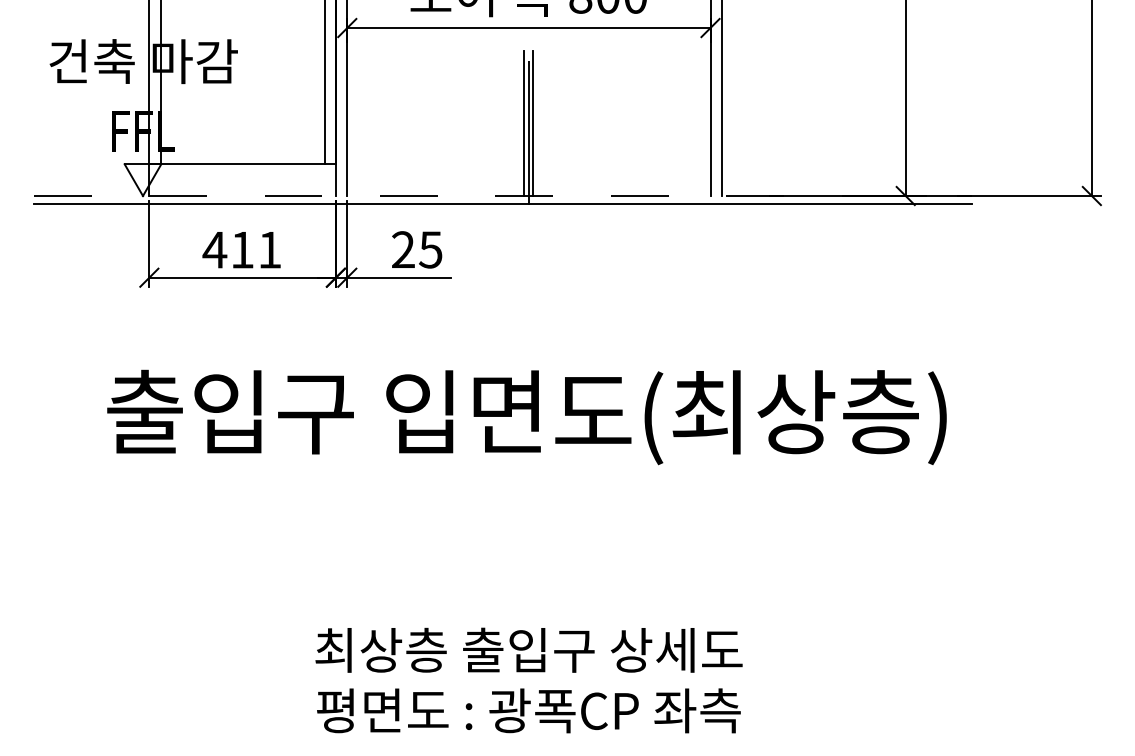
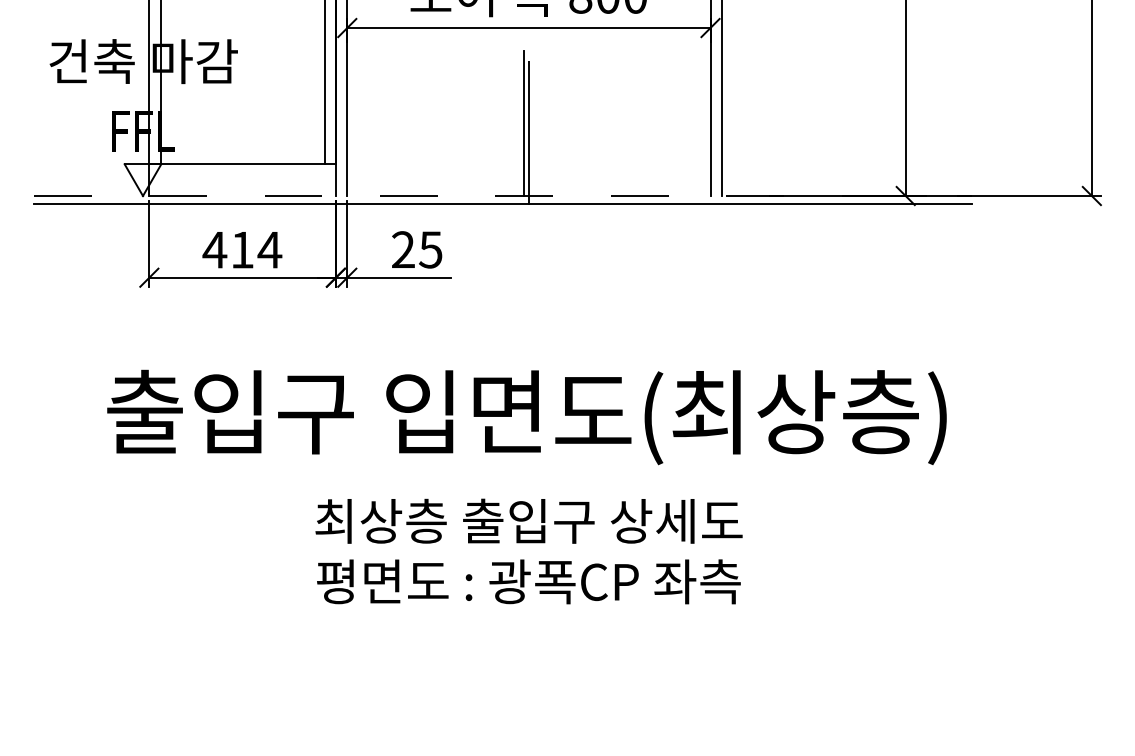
line at (533, 123): present -> none
text at (269, 250): 411 -> 414
text at (528, 680) position: (528, 680) -> (528, 551)
